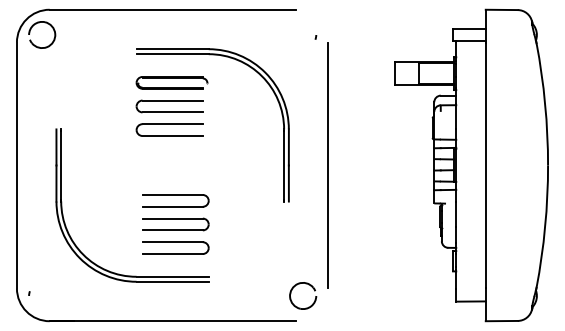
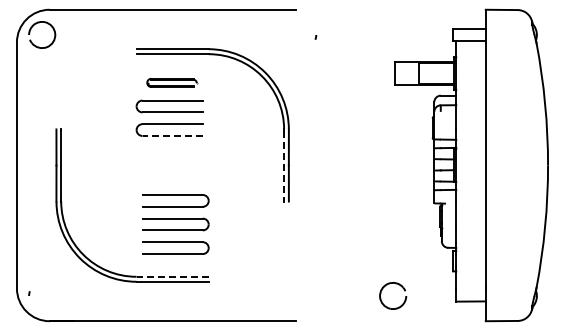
part at (171, 82) size: 74x14 px -> 53x10 px
line at (172, 135): solid -> dashed
line at (328, 165): present -> none
line at (284, 166): solid -> dashed
line at (172, 276): solid -> dashed
part at (305, 284) position: (305, 284) -> (395, 284)
